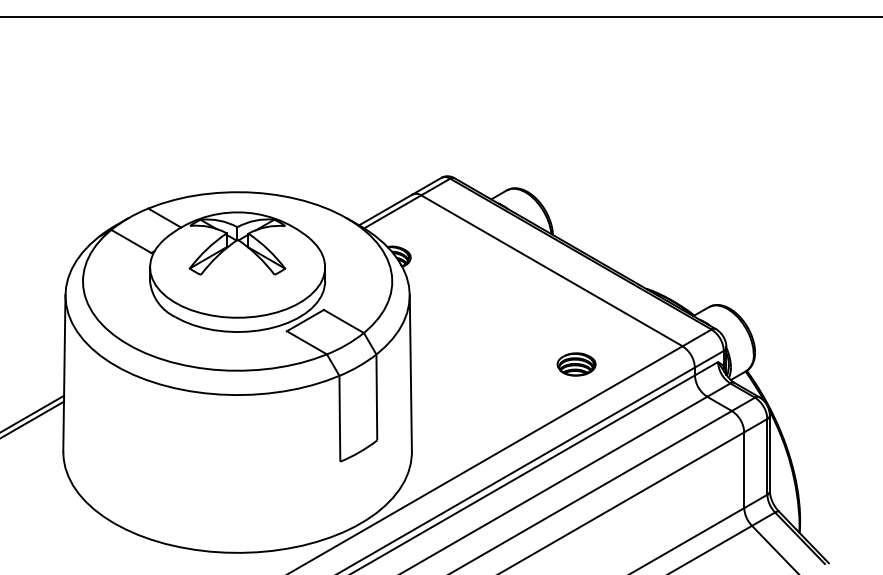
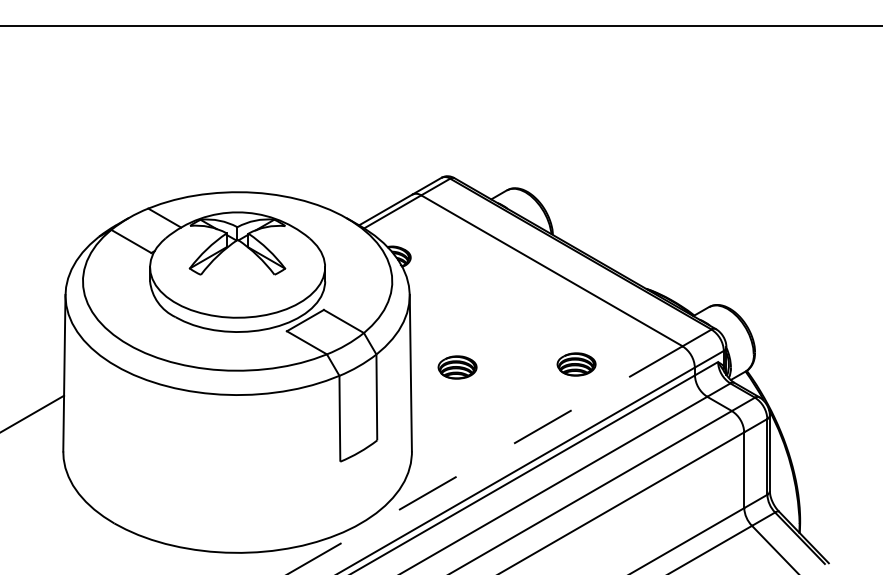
line at (440, 17) position: (440, 17) -> (440, 26)
part at (457, 367): none -> present
line at (33, 419): present -> none
line at (485, 460): solid -> dashed
